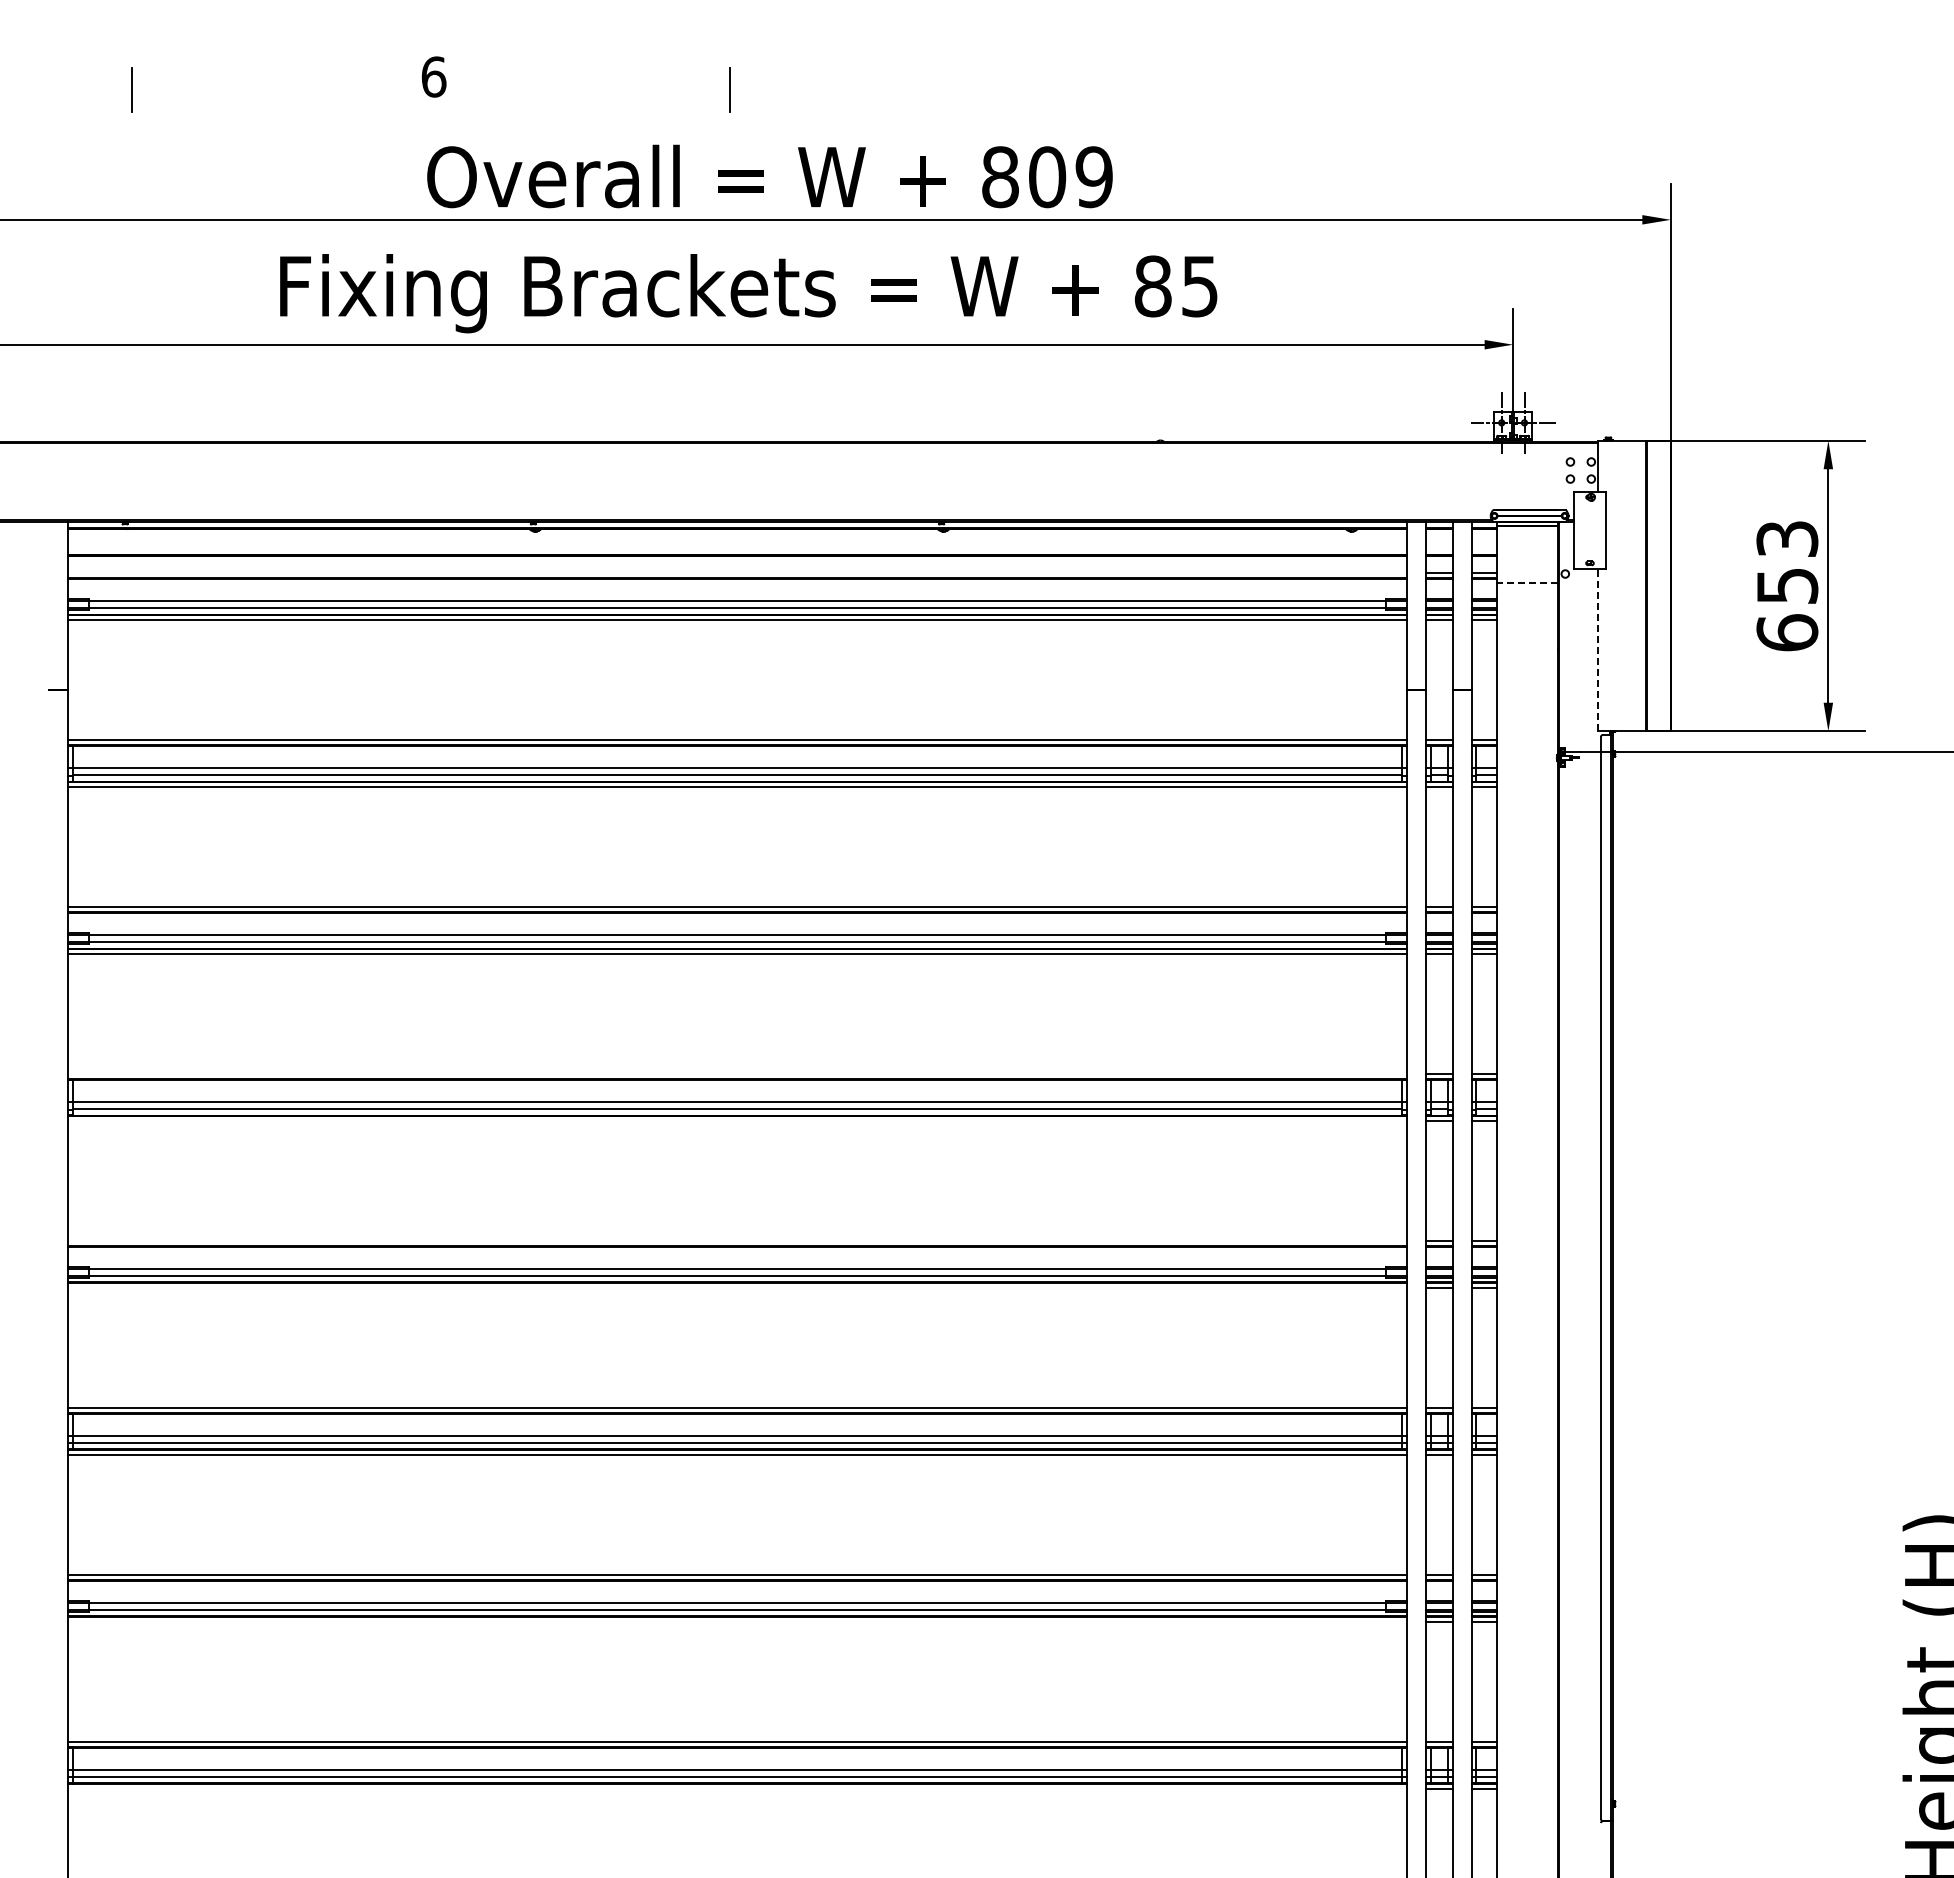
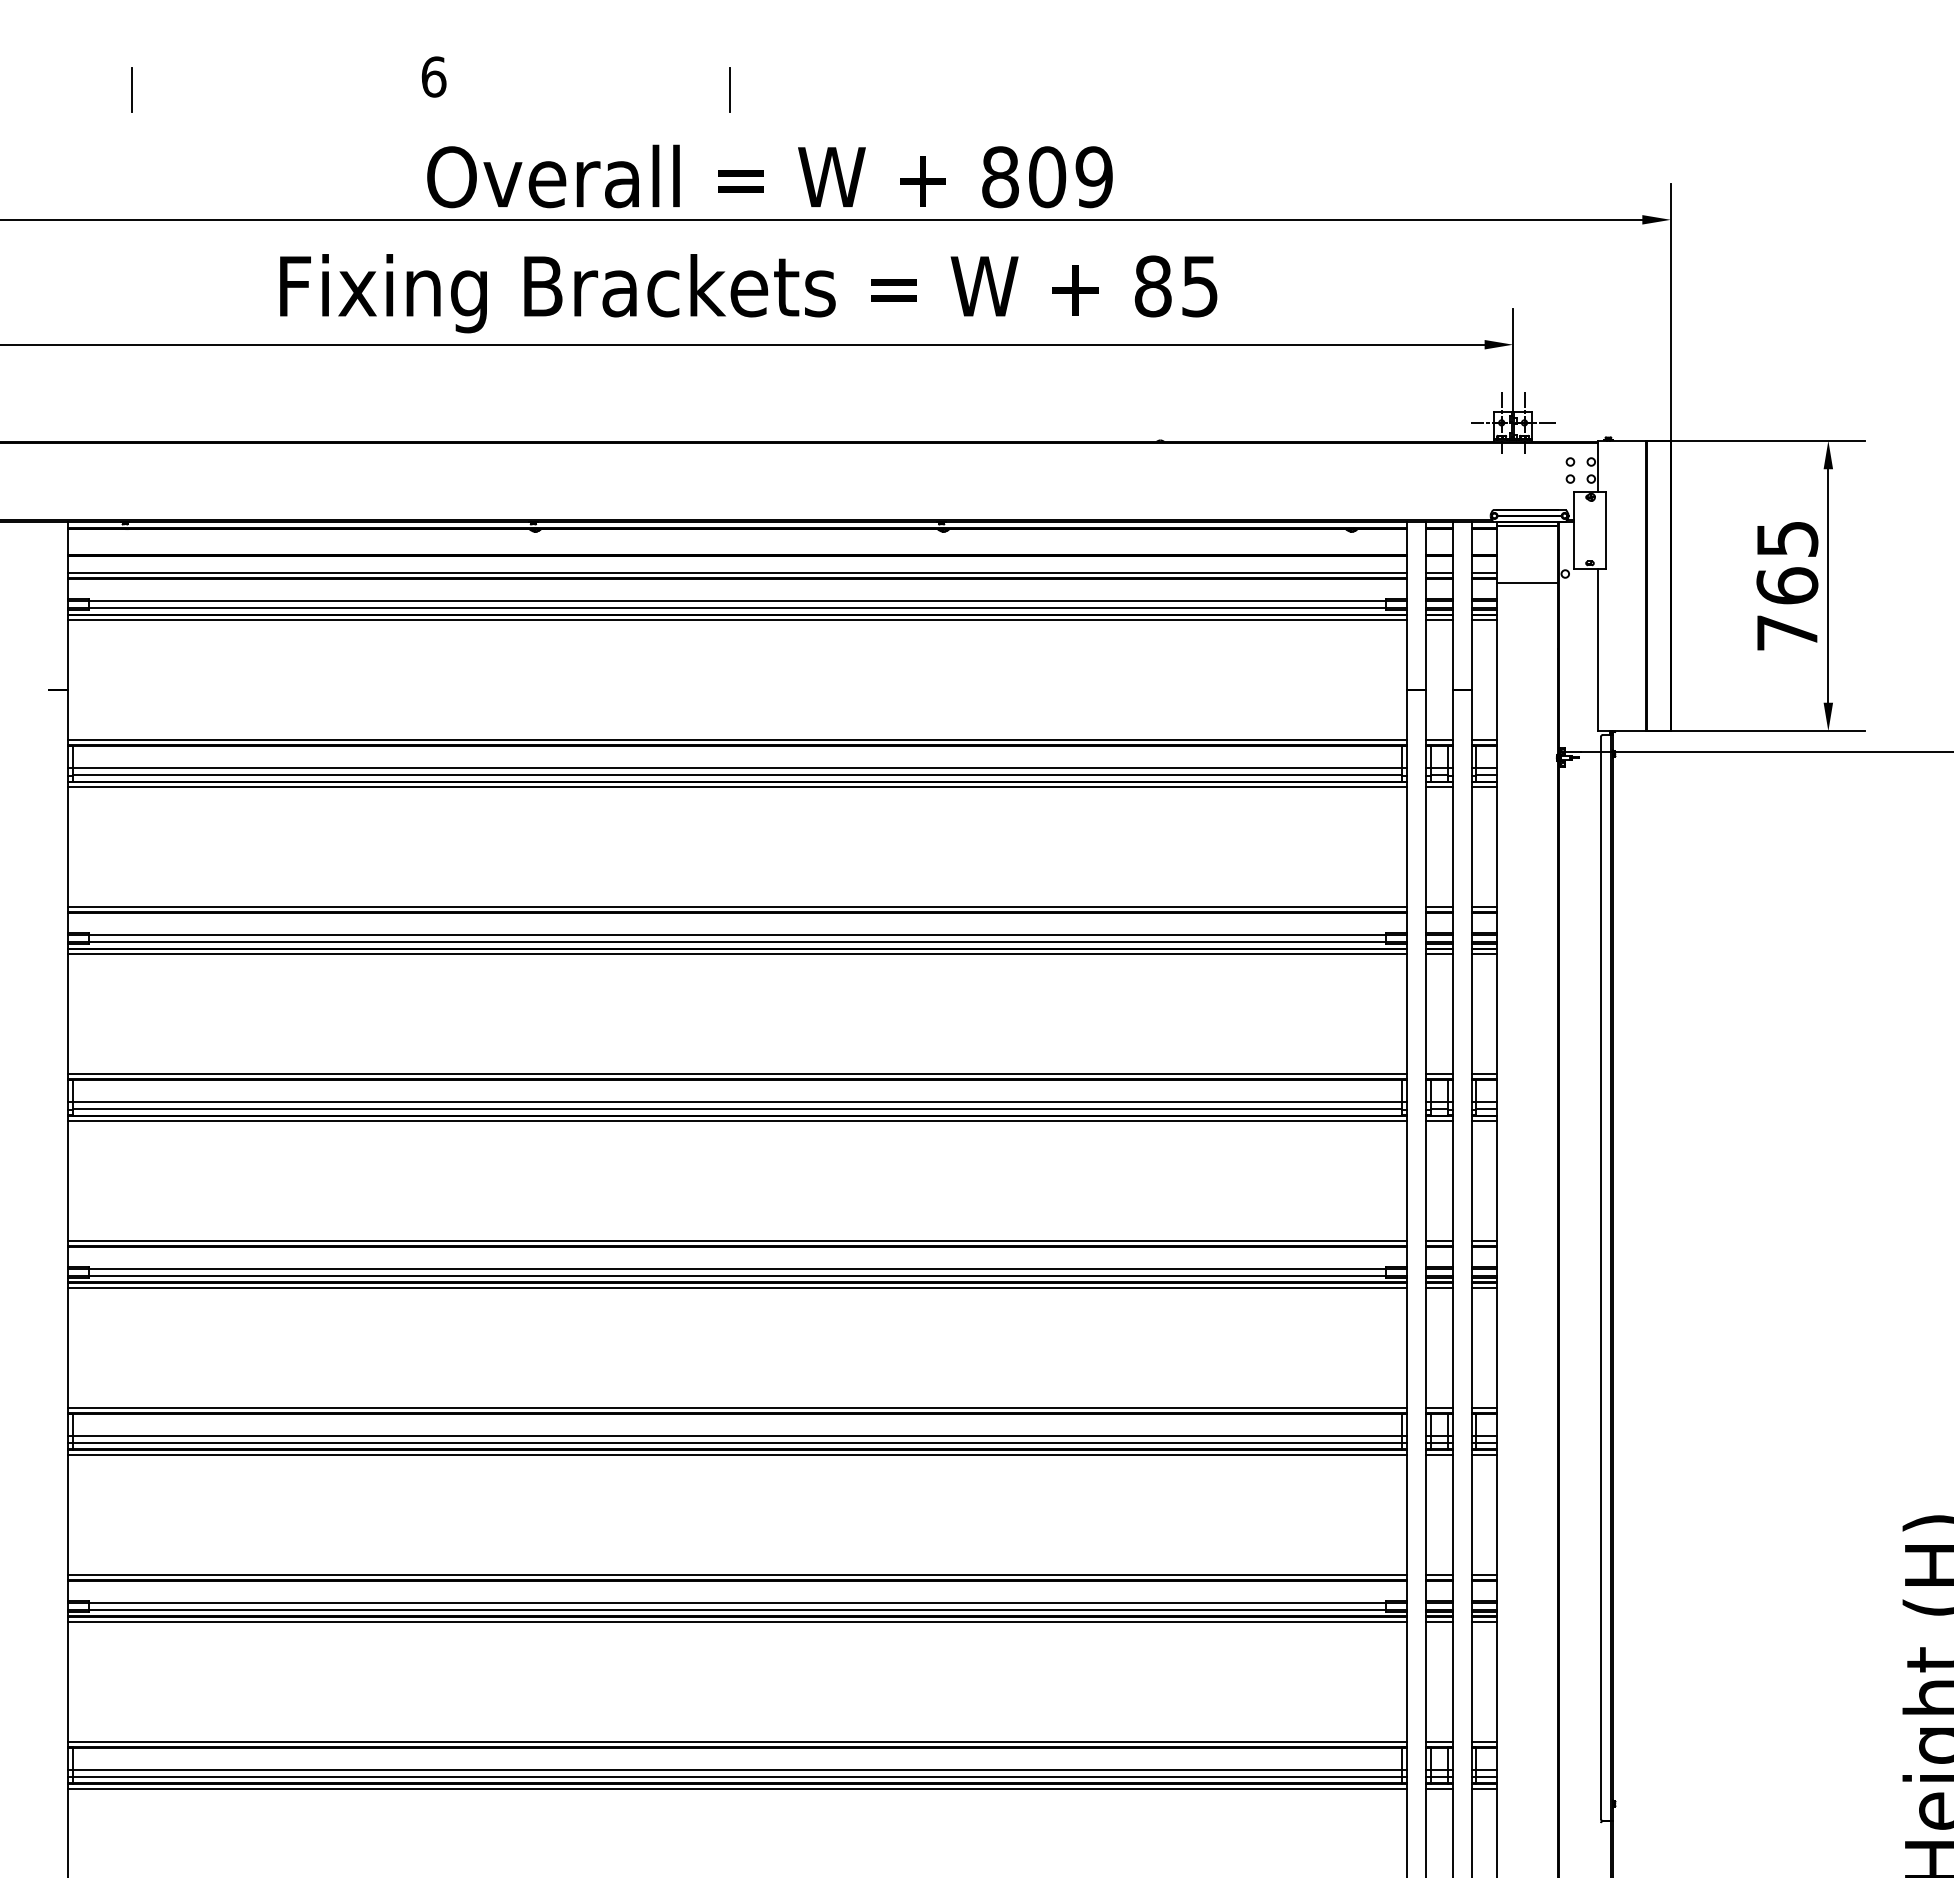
line at (737, 572): none -> present
line at (1526, 582): dashed -> solid
text at (1787, 586): 653 -> 765
line at (1597, 649): dashed -> solid
line at (737, 1073): none -> present
line at (737, 1121): none -> present
line at (737, 1240): none -> present
line at (737, 1288): none -> present
line at (737, 1622): none -> present
line at (737, 1789): none -> present
